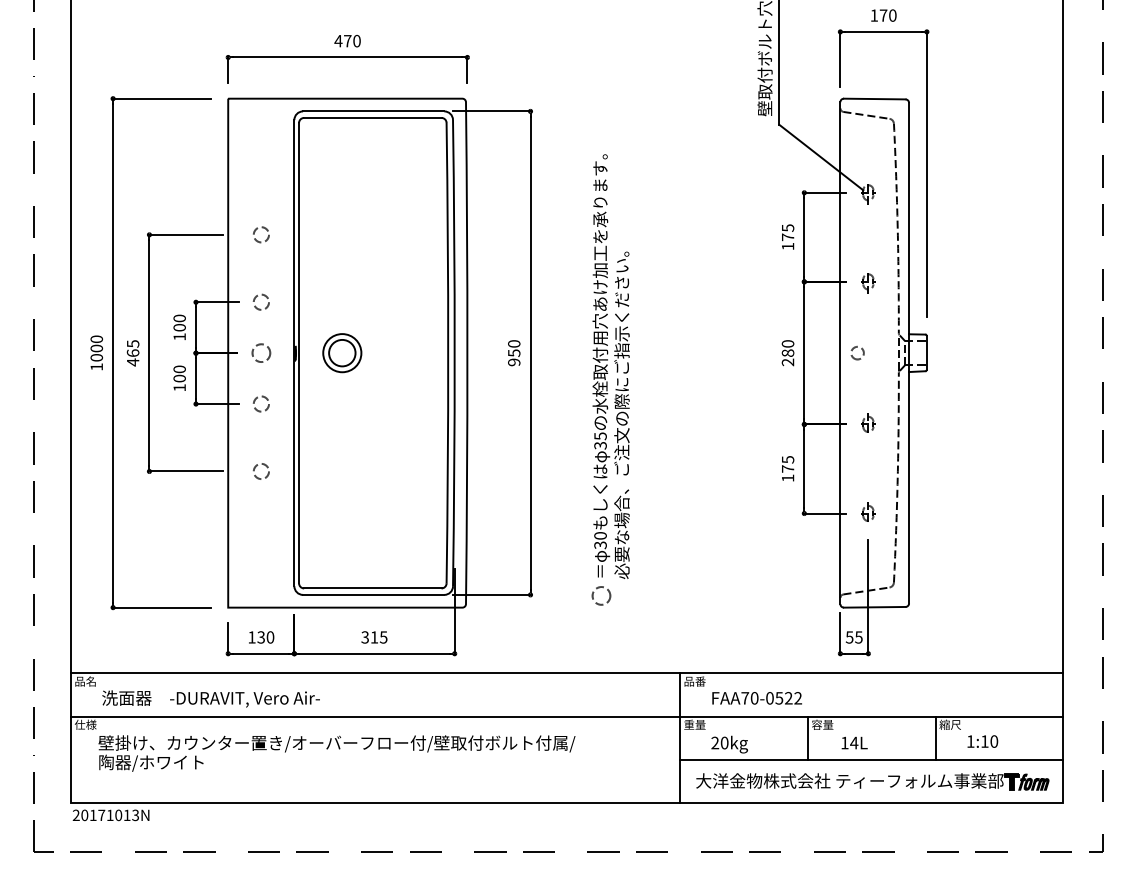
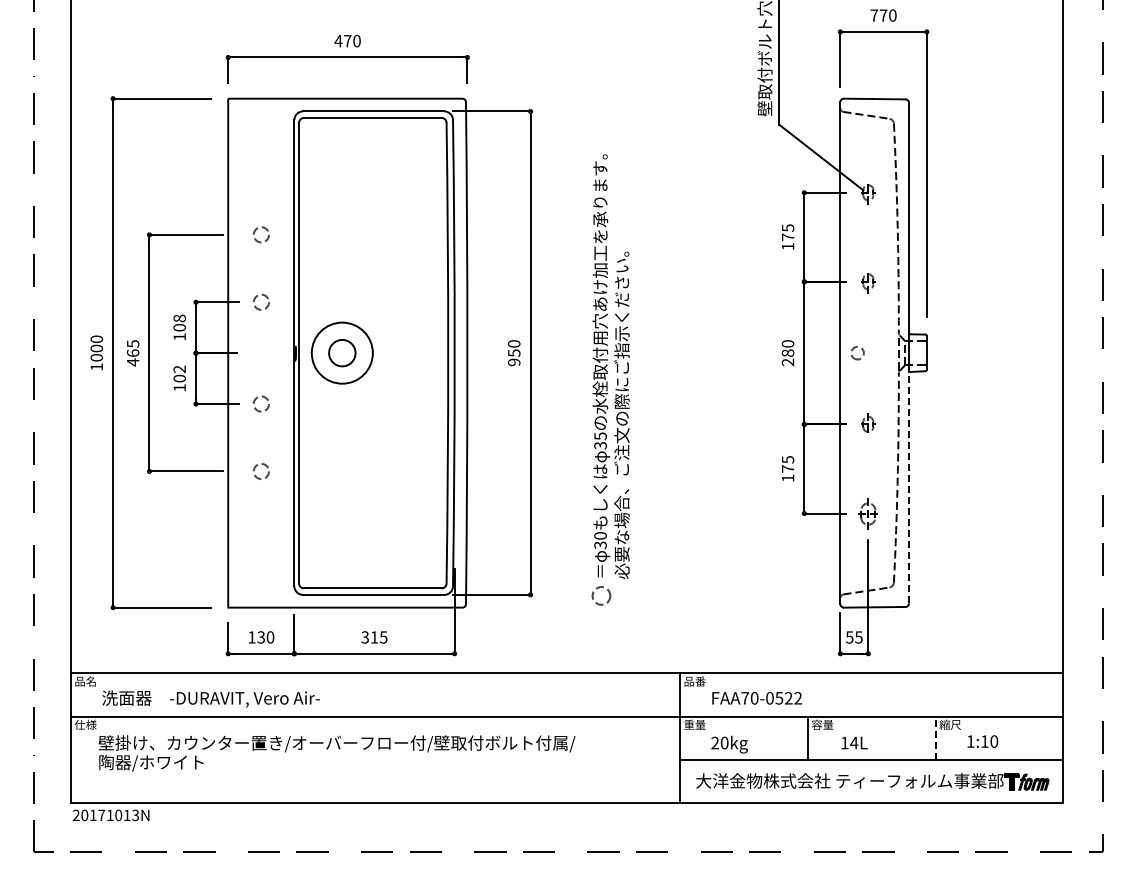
text at (874, 15): 170 -> 770
text at (179, 318): 100 -> 108
circle at (261, 352): present -> none
circle at (342, 353) diameter: 38 px -> 61 px
text at (179, 369): 100 -> 102
line at (909, 487): solid -> dashed
part at (868, 511) size: 15x20 px -> 20x32 px
line at (935, 738): solid -> dashed
